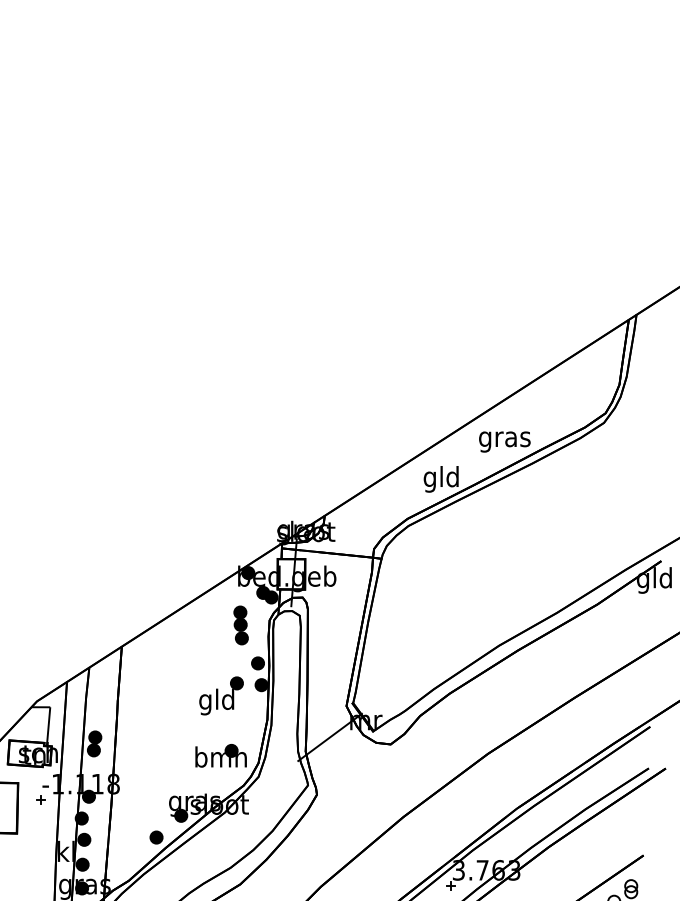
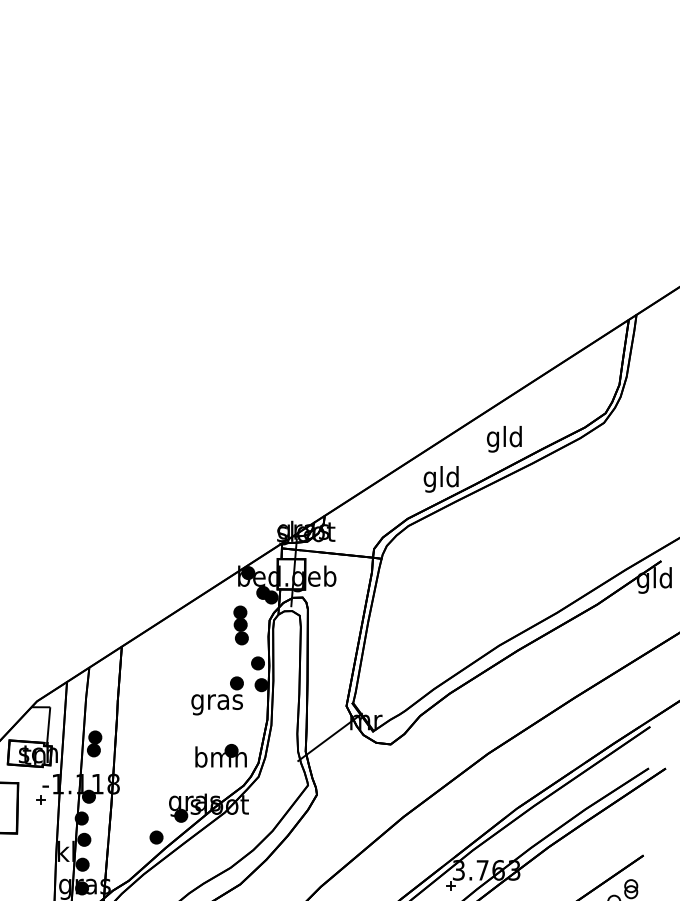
text at (504, 438): gras -> gld
text at (216, 701): gld -> gras
